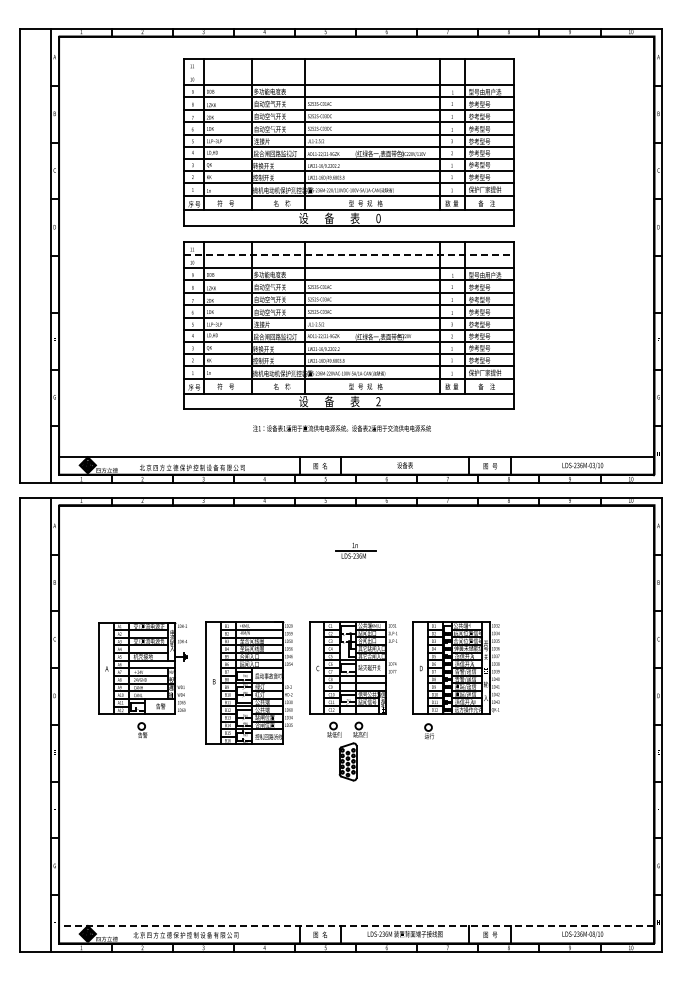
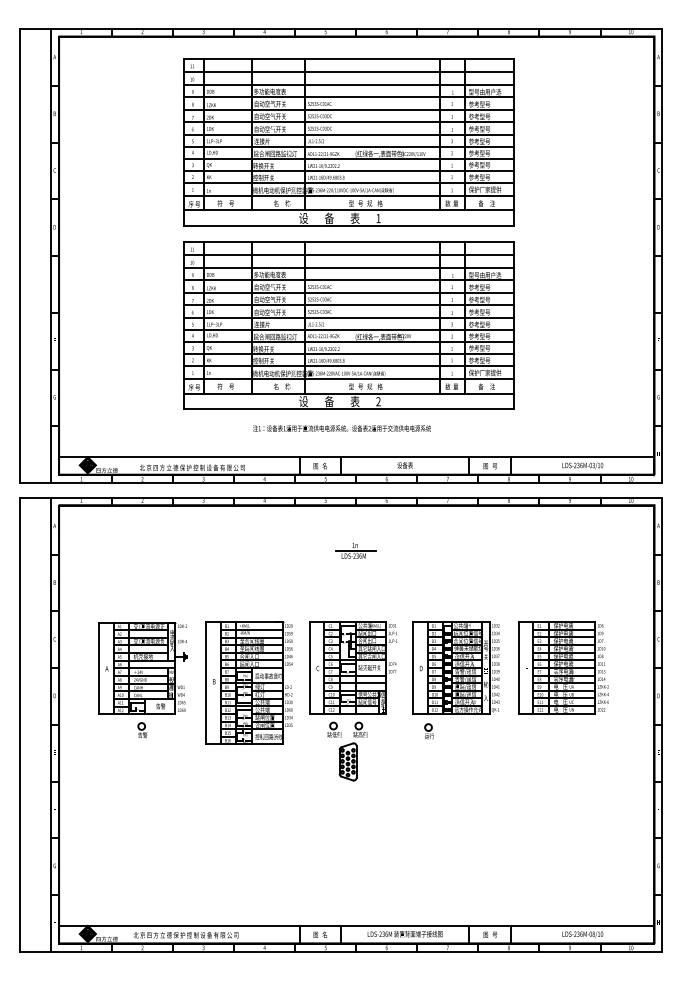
line at (349, 72): none -> present
text at (378, 218): 0 -> 1
line at (349, 255): dashed -> solid
part at (563, 667): none -> present
line at (356, 925): dashed -> solid
